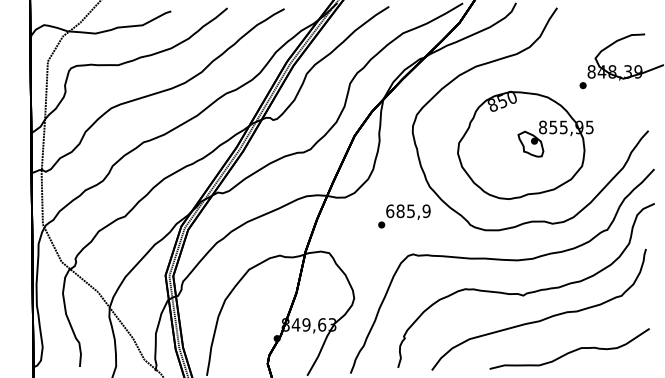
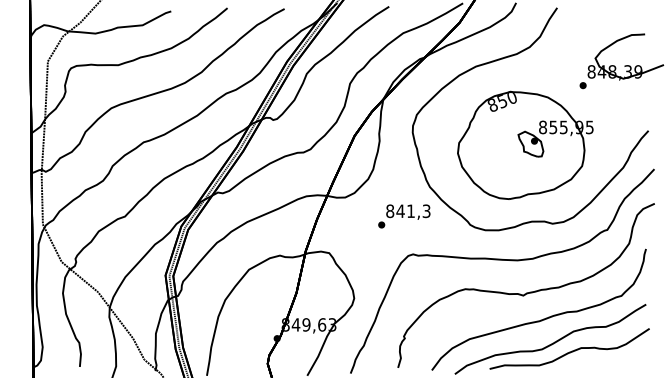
text at (408, 211): 685,9 -> 841,3
curve at (551, 343): none -> present
